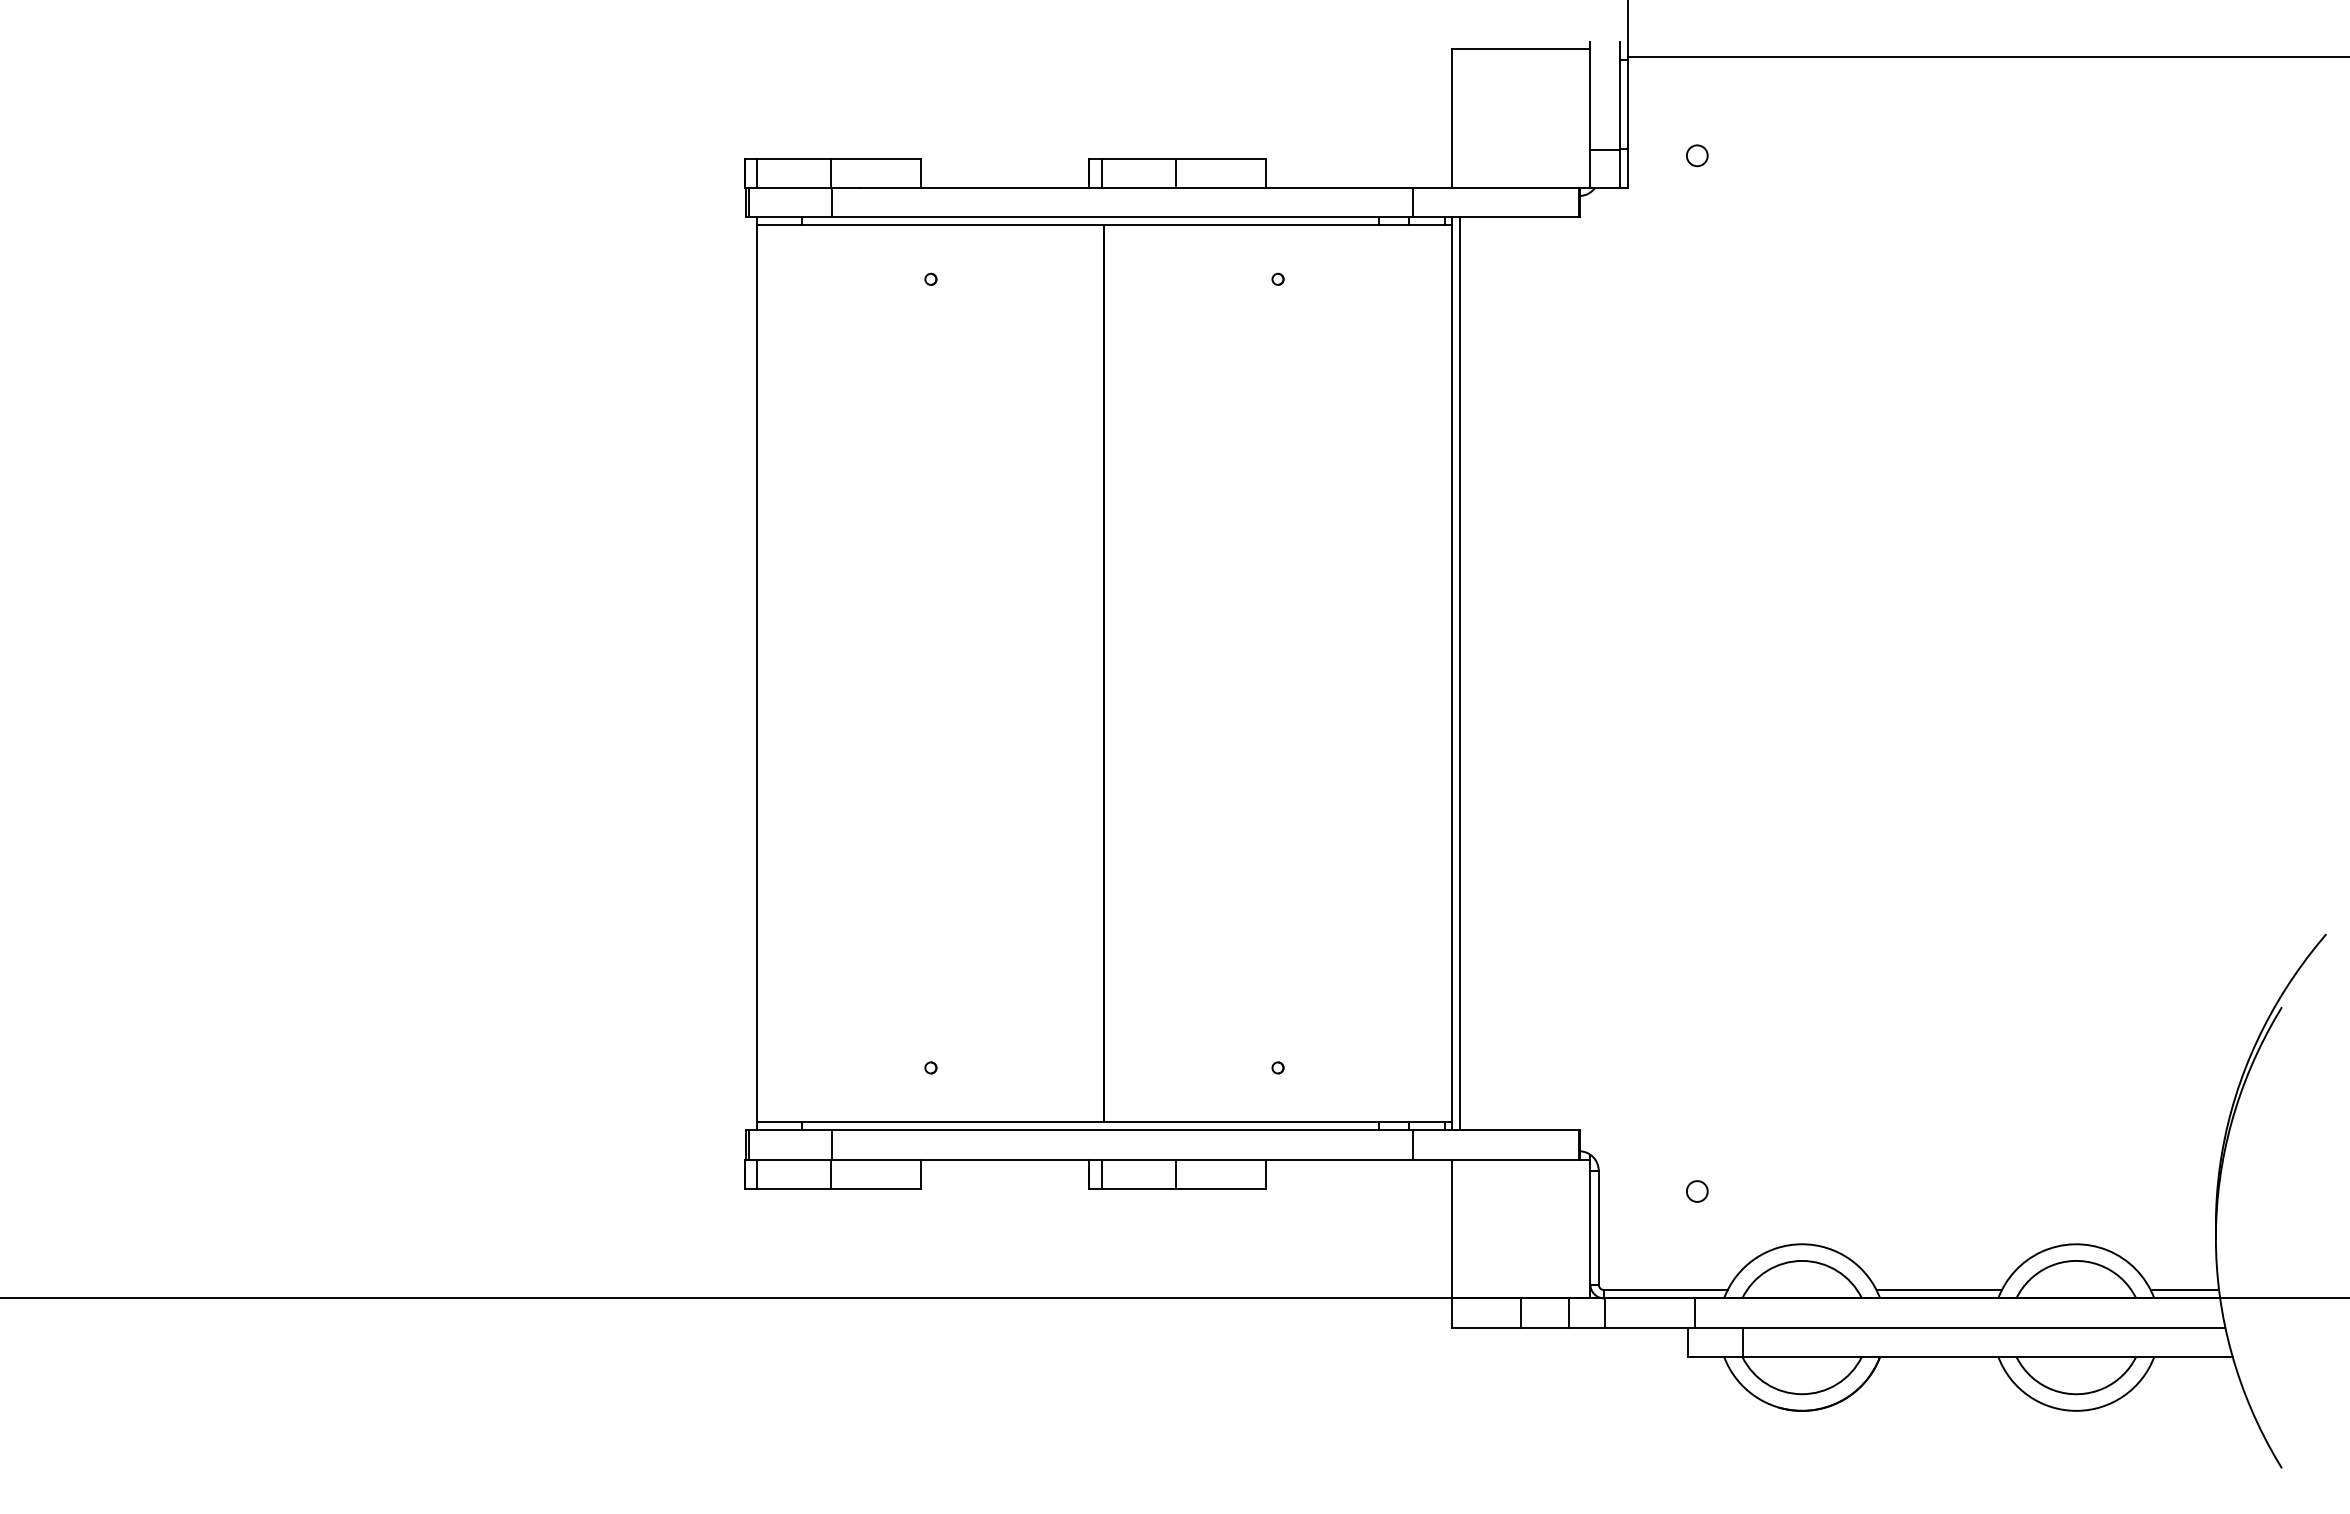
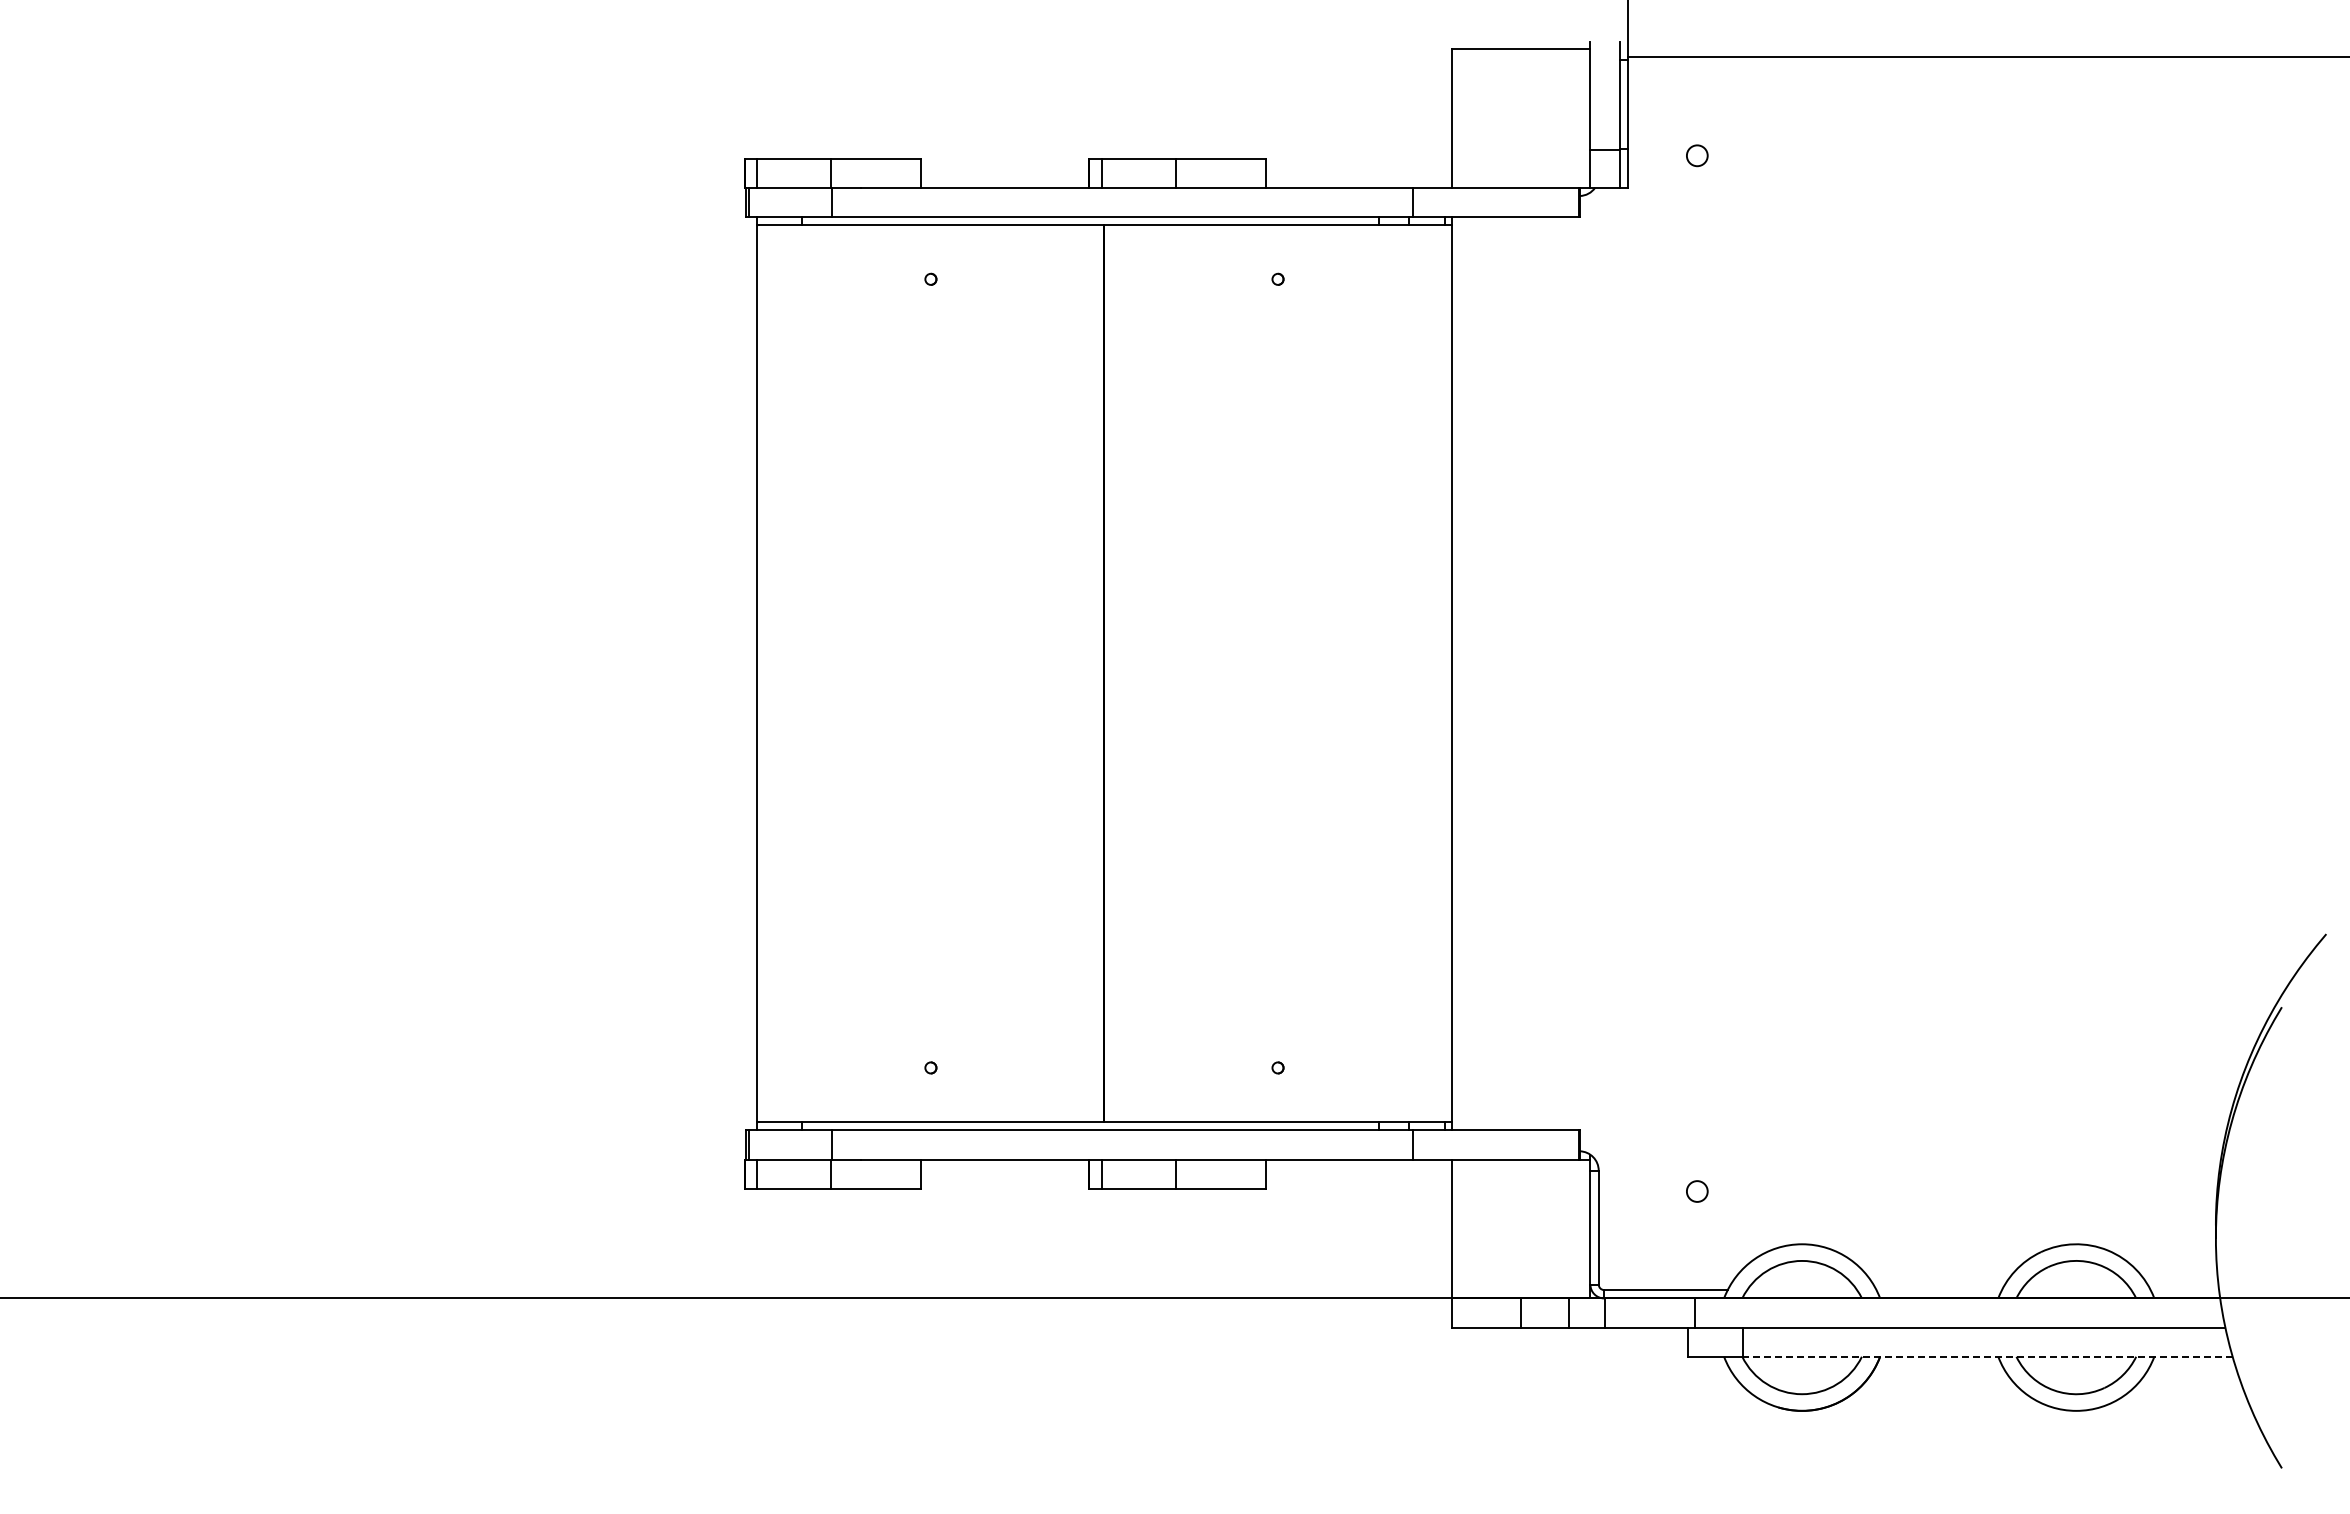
line at (1459, 673): present -> none
line at (1938, 1290): present -> none
line at (2184, 1290): present -> none
line at (1987, 1356): solid -> dashed
